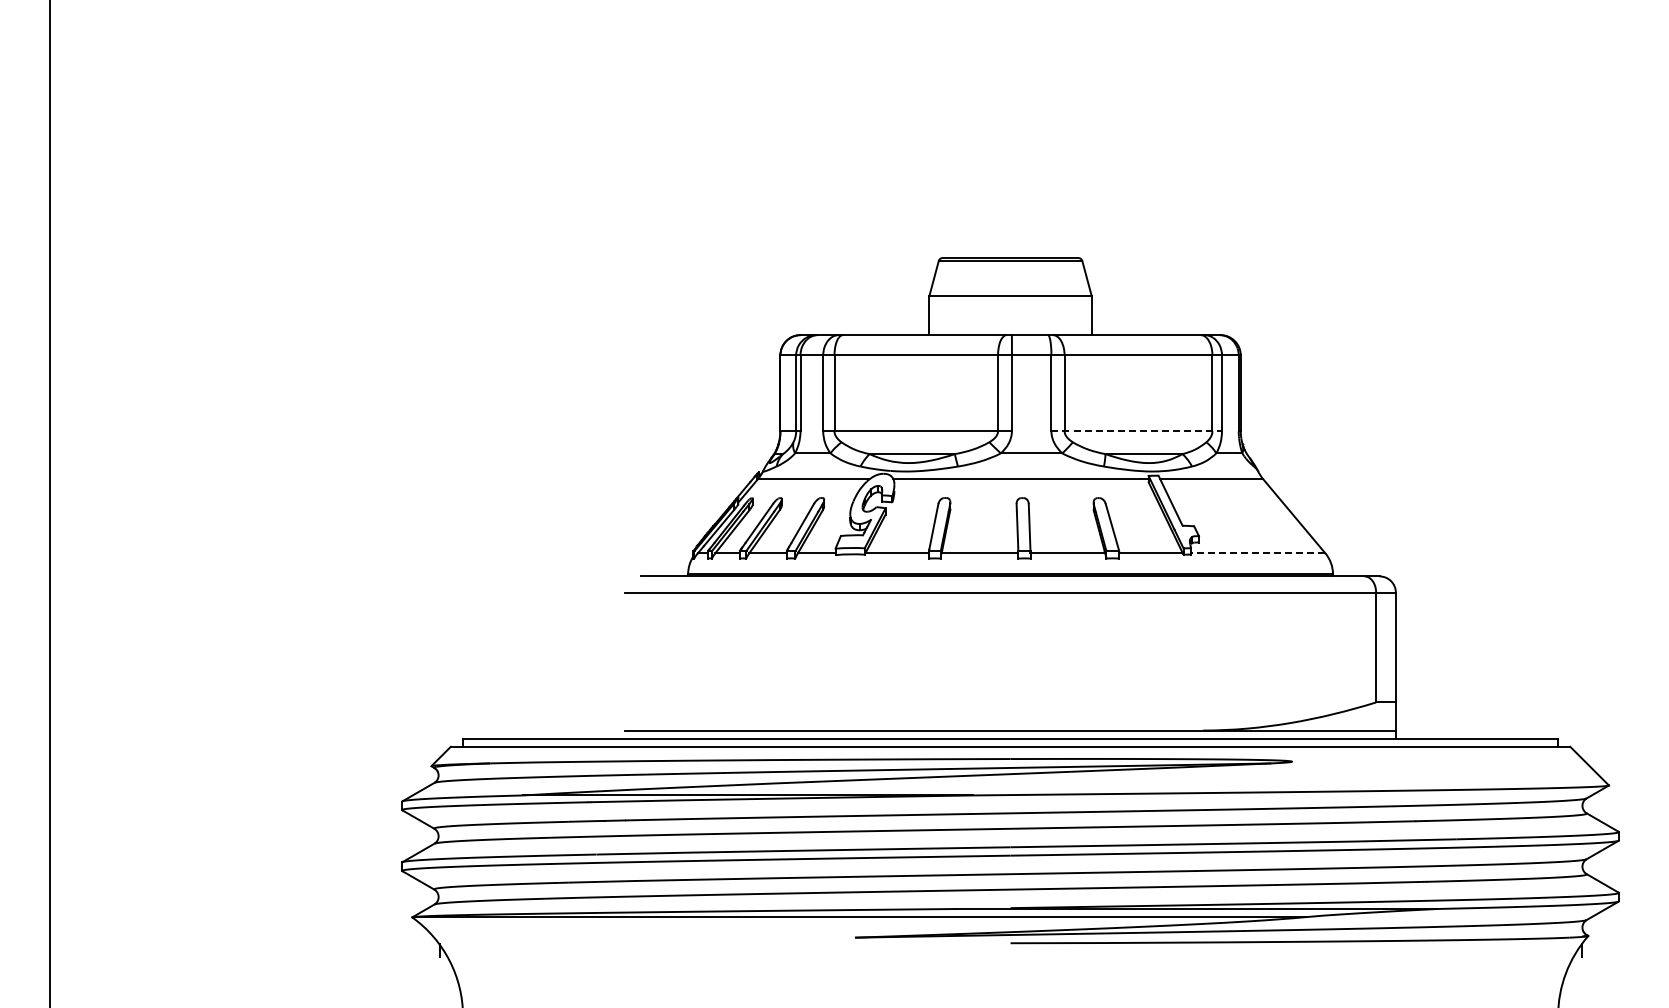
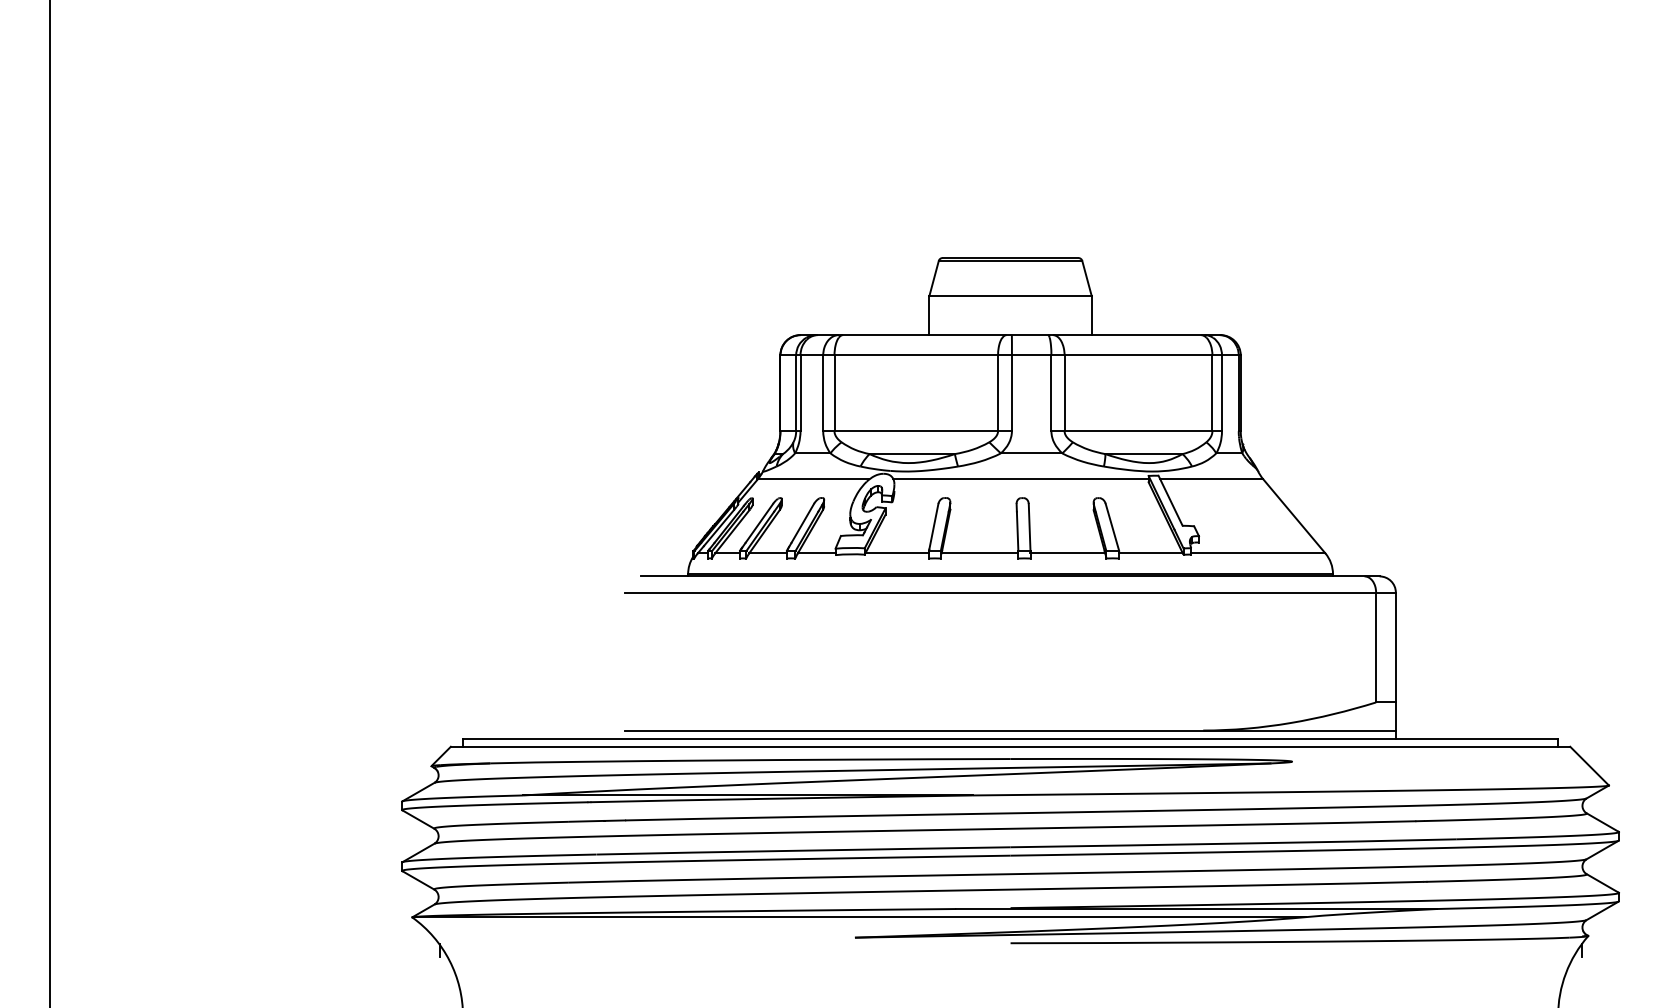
line at (1137, 431): dashed -> solid
line at (1257, 553): dashed -> solid
